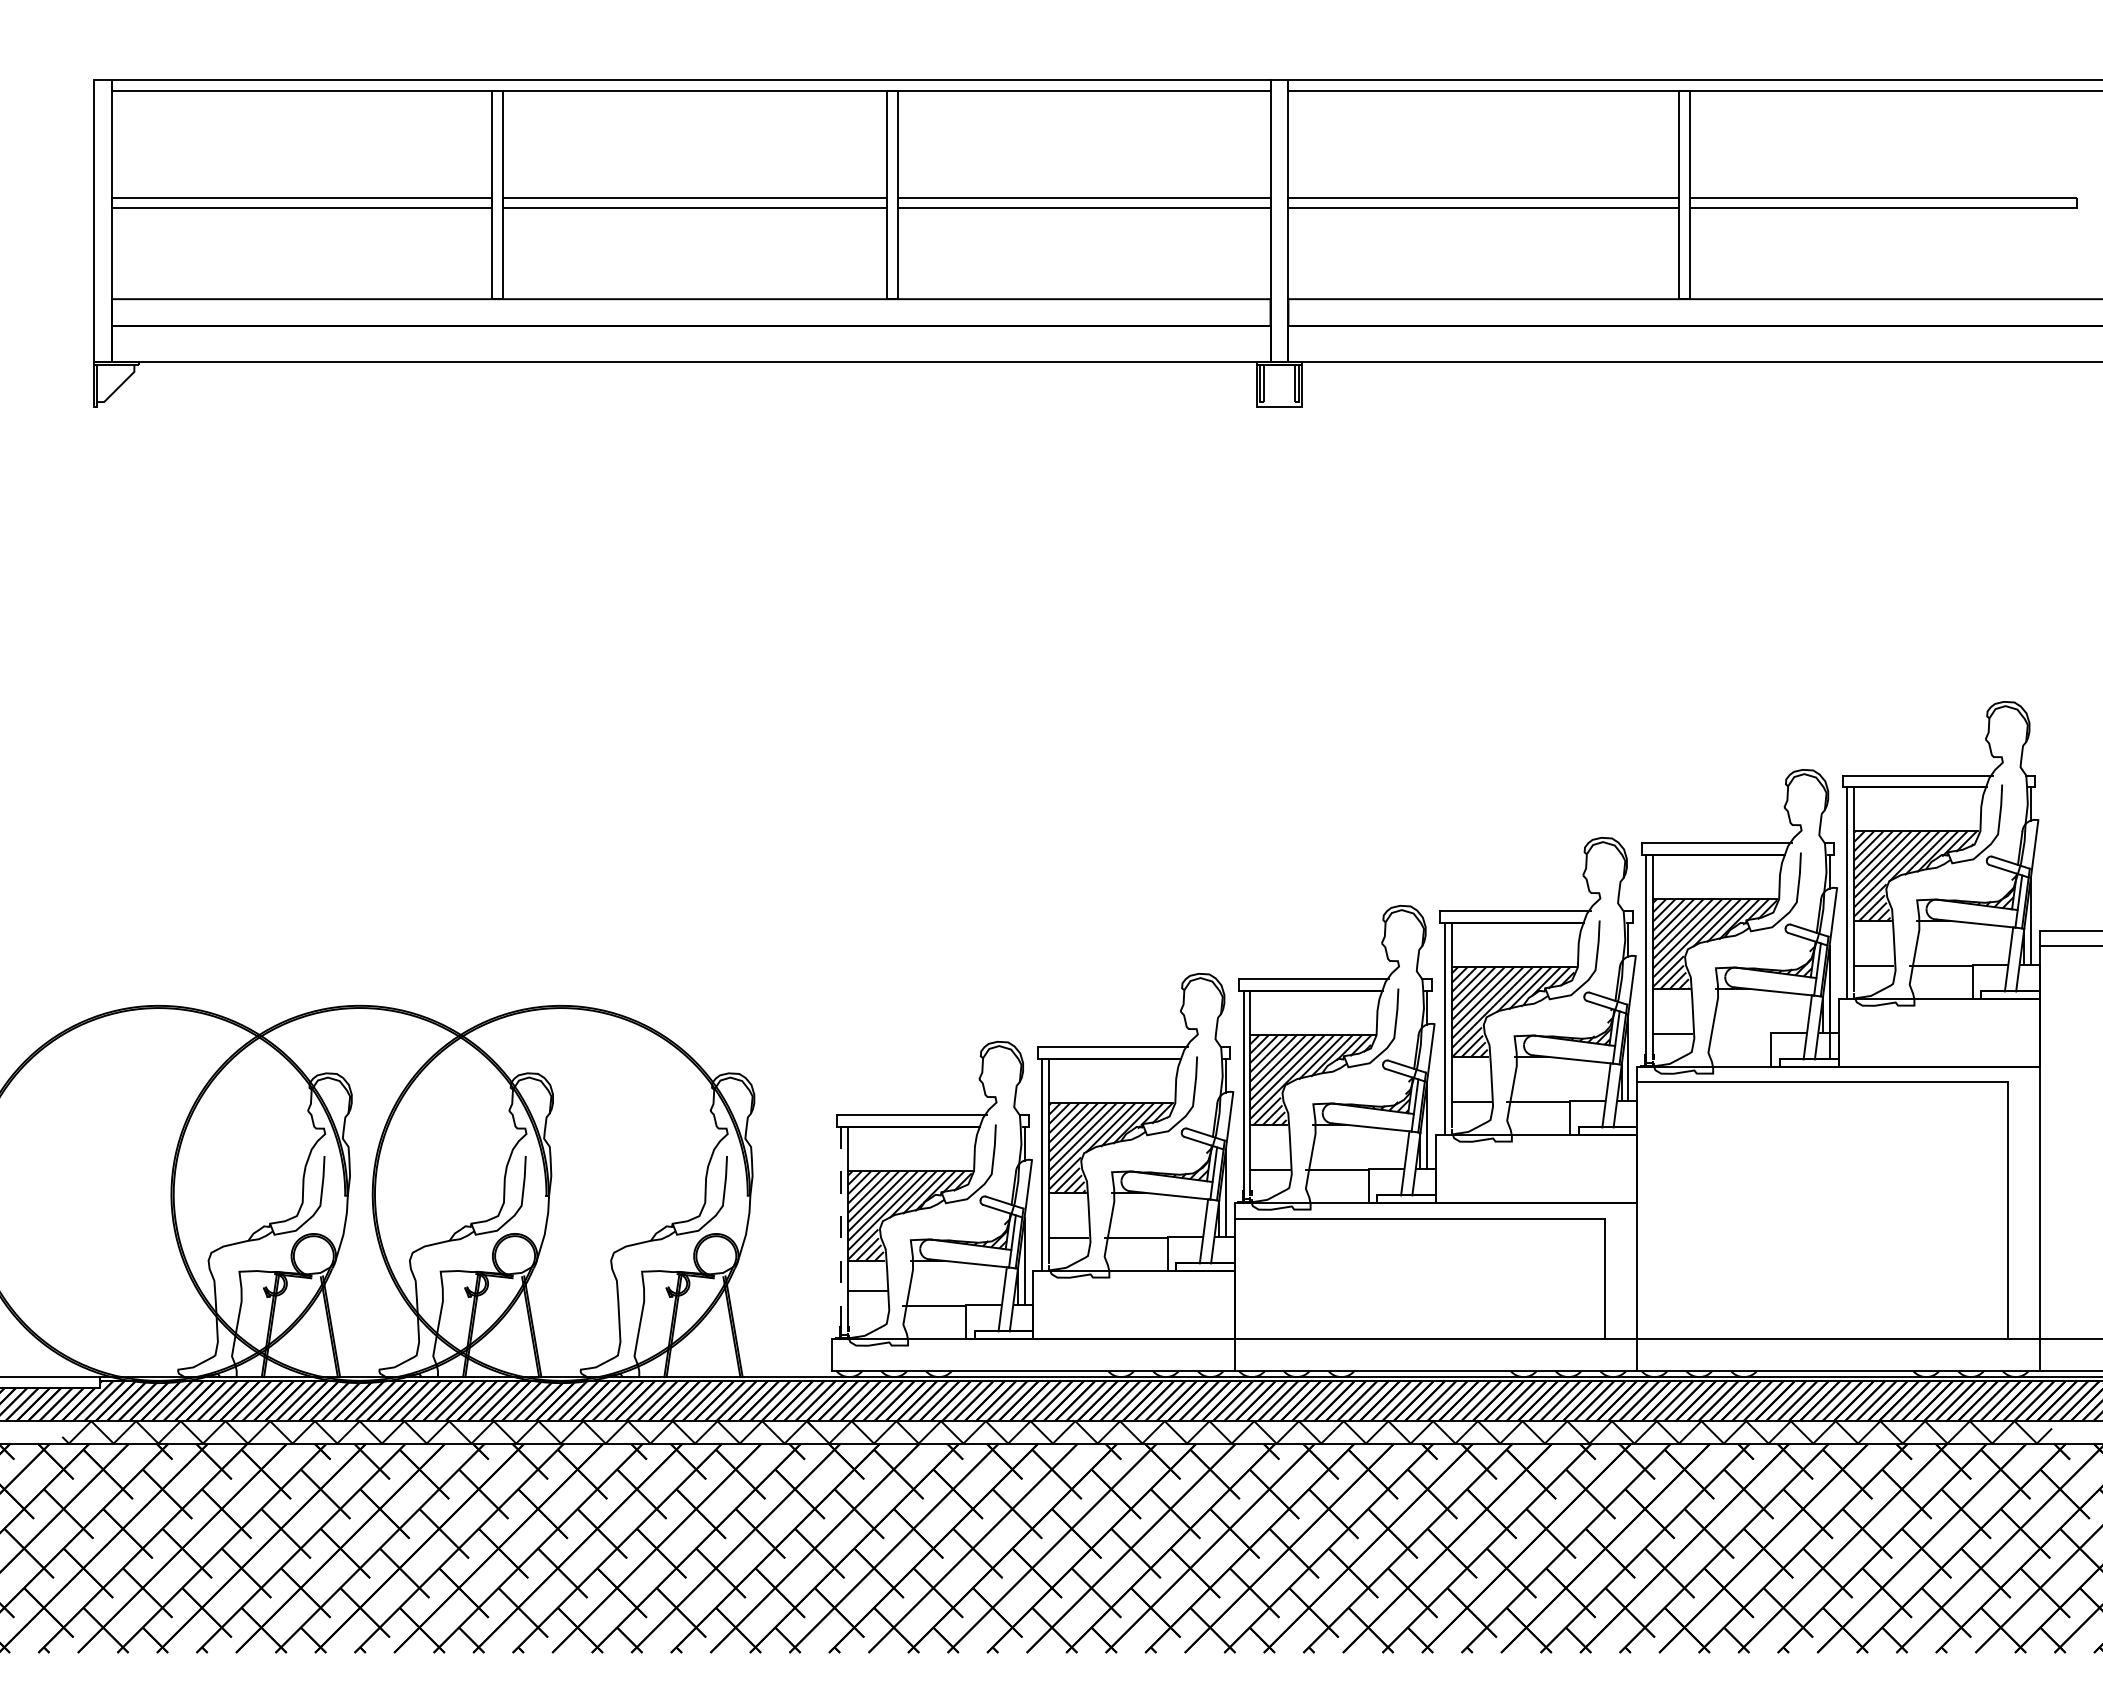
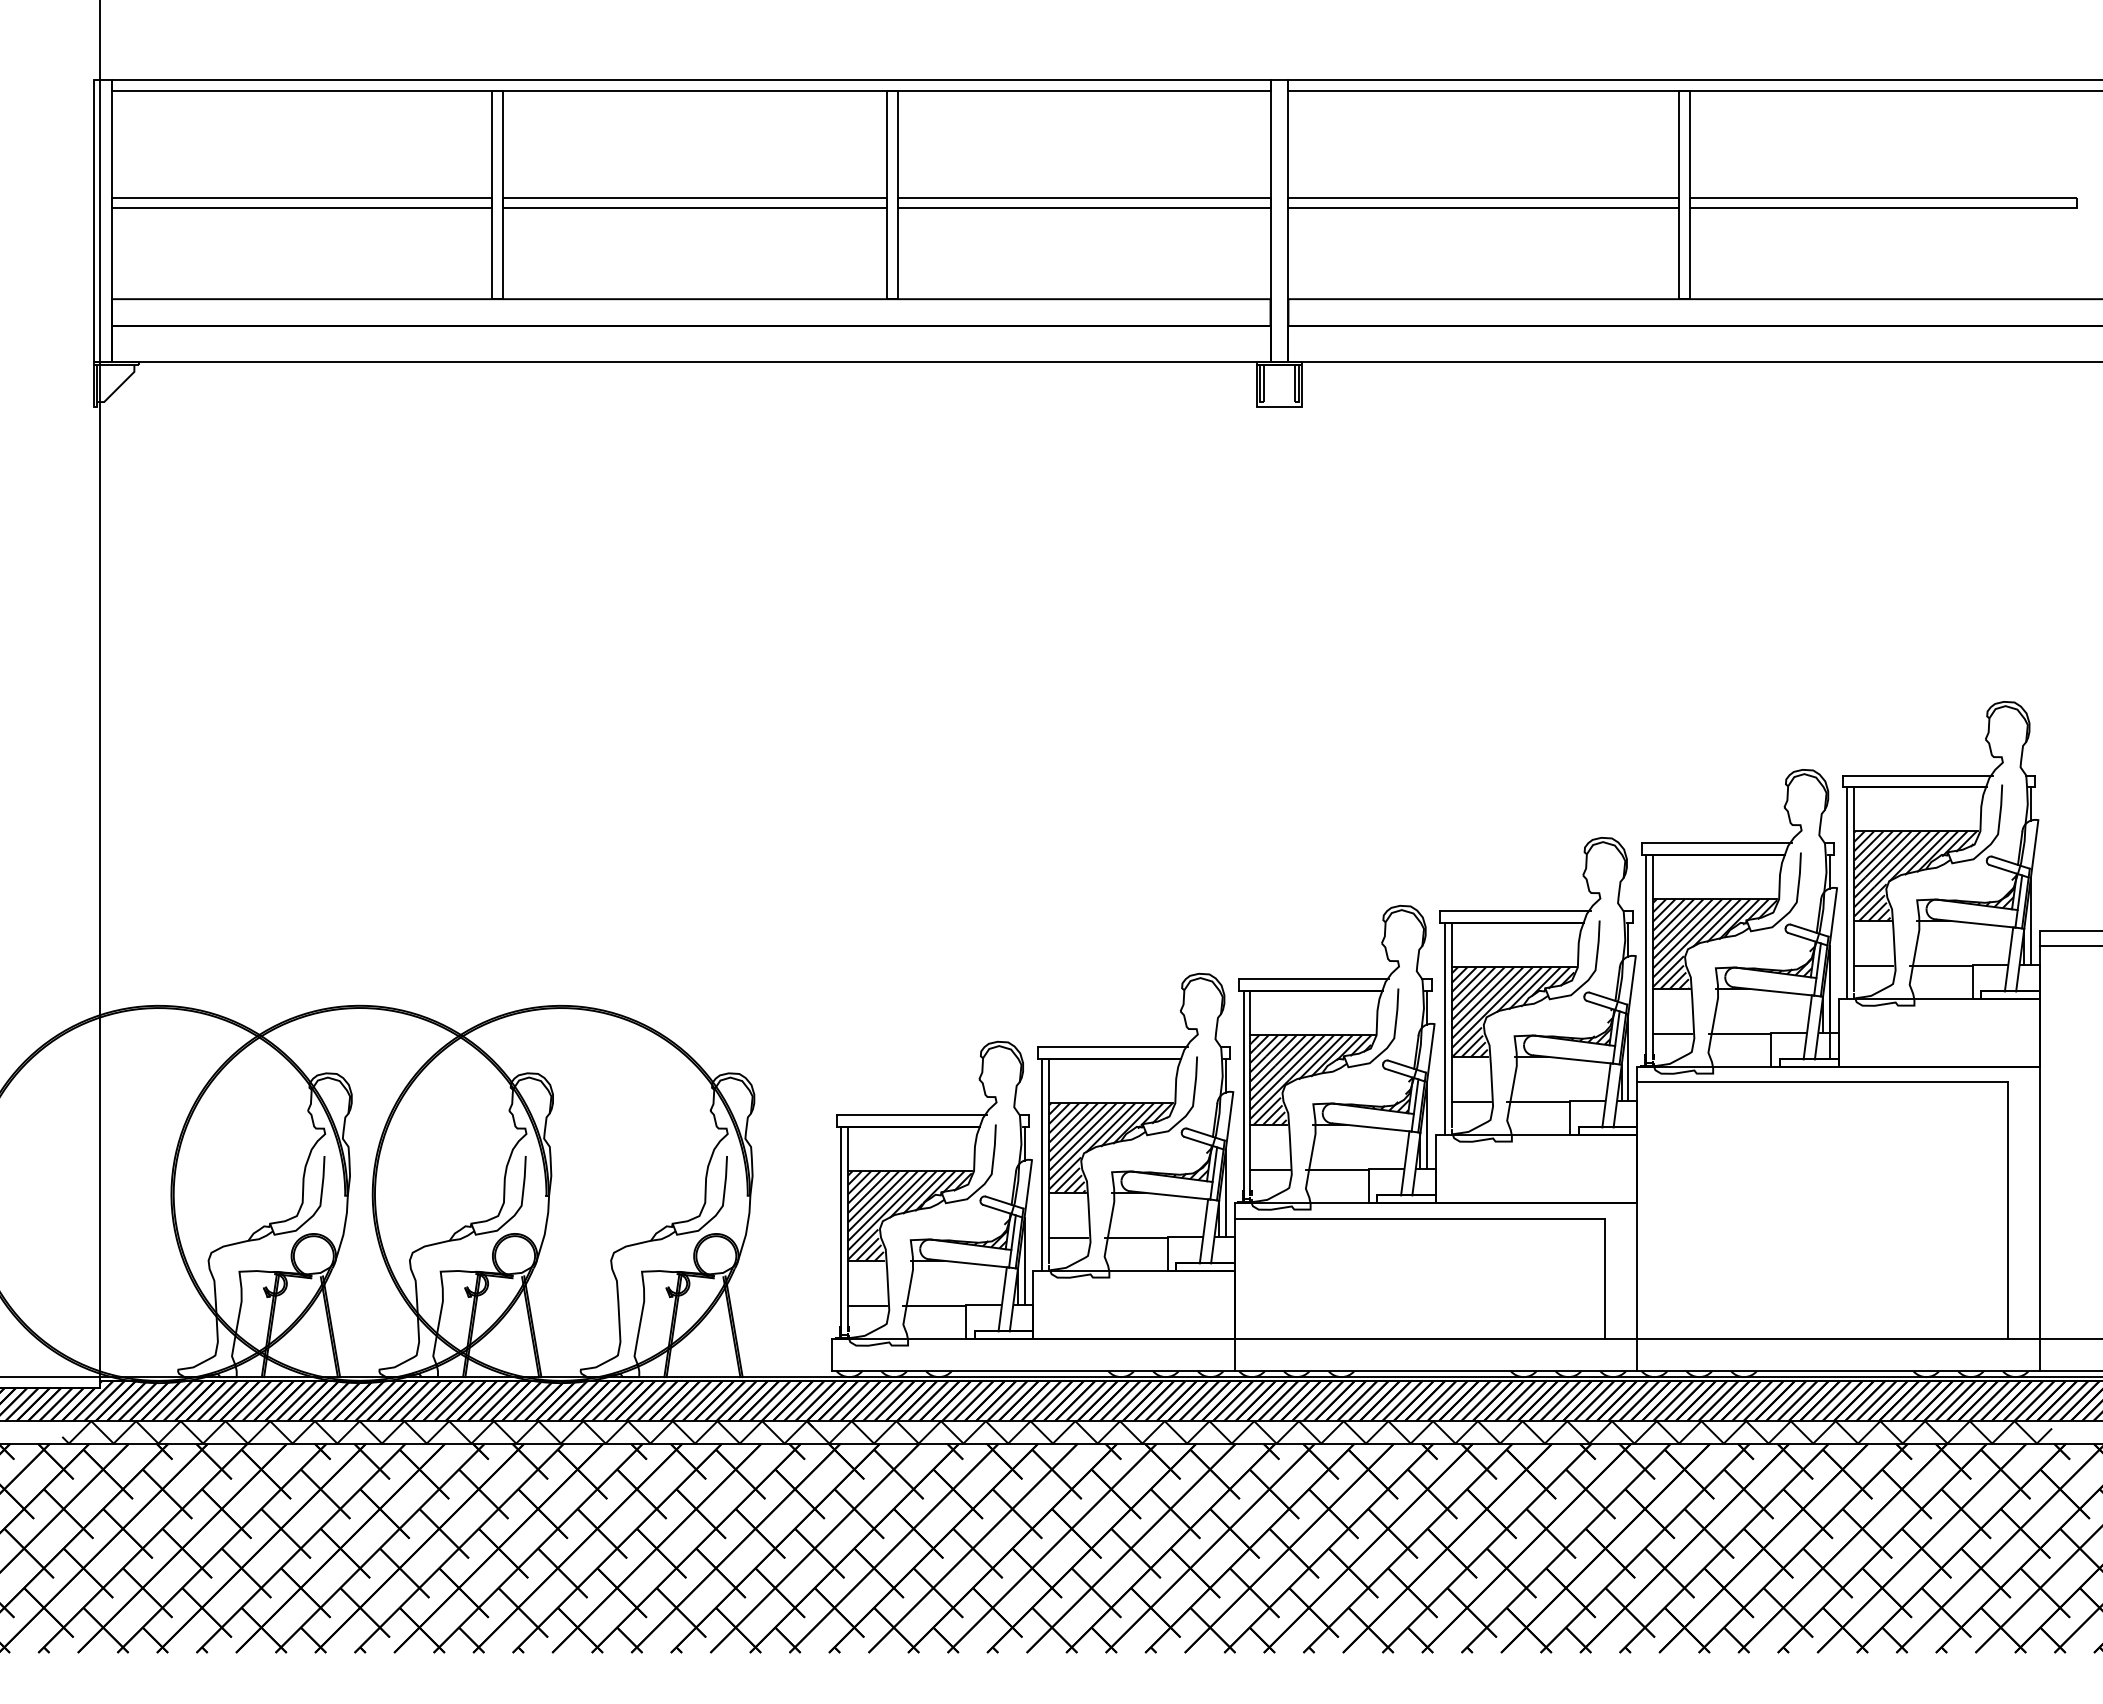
line at (100, 689): none -> present
line at (1739, 1033): none -> present
line at (841, 1230): dashed -> solid
line at (866, 1290) position: (866, 1290) -> (866, 1305)
